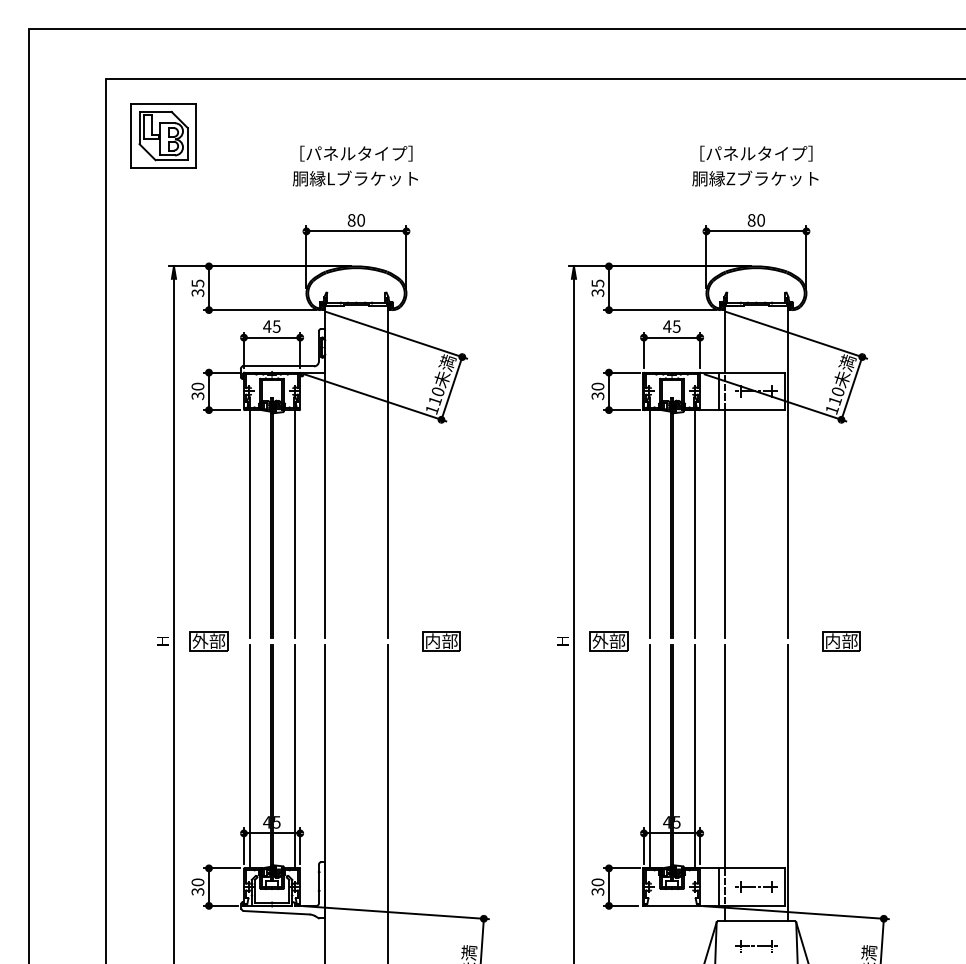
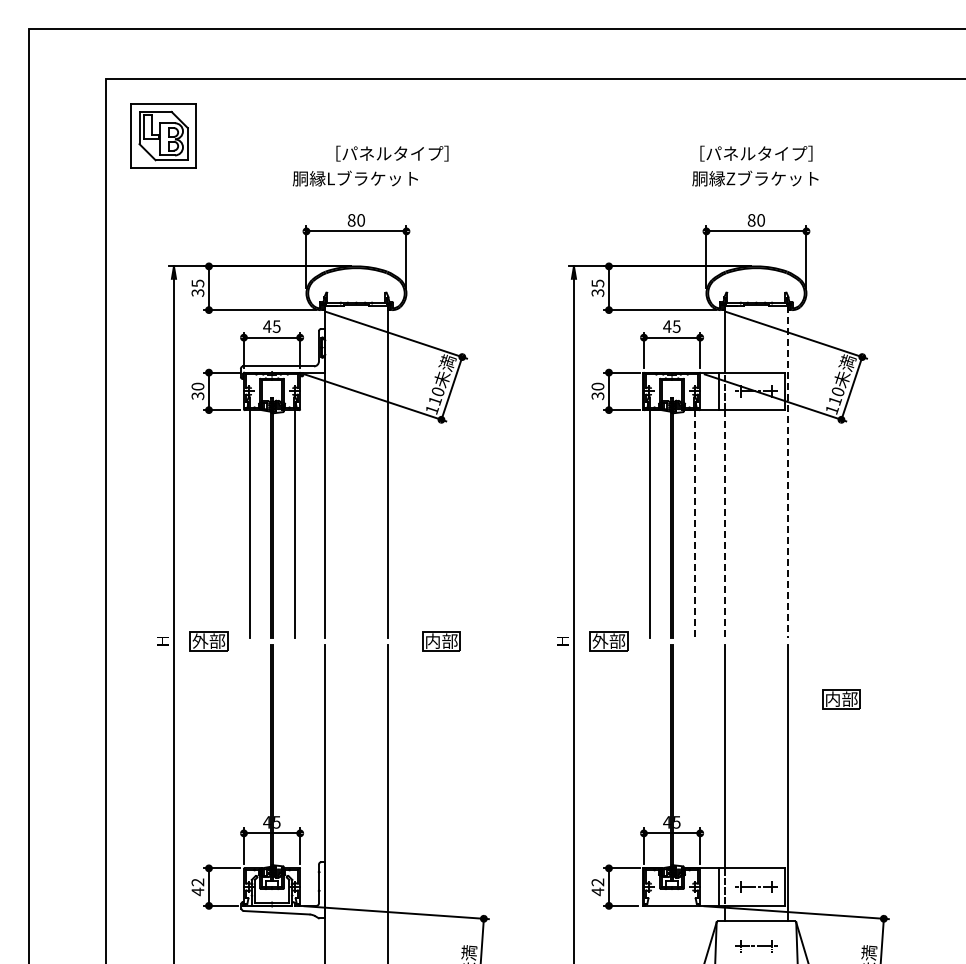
text at (356, 153) position: (356, 153) -> (392, 153)
line at (787, 472): solid -> dashed
line at (694, 524): solid -> dashed
line at (725, 524): solid -> dashed
part at (841, 641) position: (841, 641) -> (841, 699)
line at (249, 756): present -> none
line at (294, 756): present -> none
line at (649, 756): present -> none
line at (694, 756): present -> none
text at (197, 887): 30 -> 42
text at (597, 887): 30 -> 42
